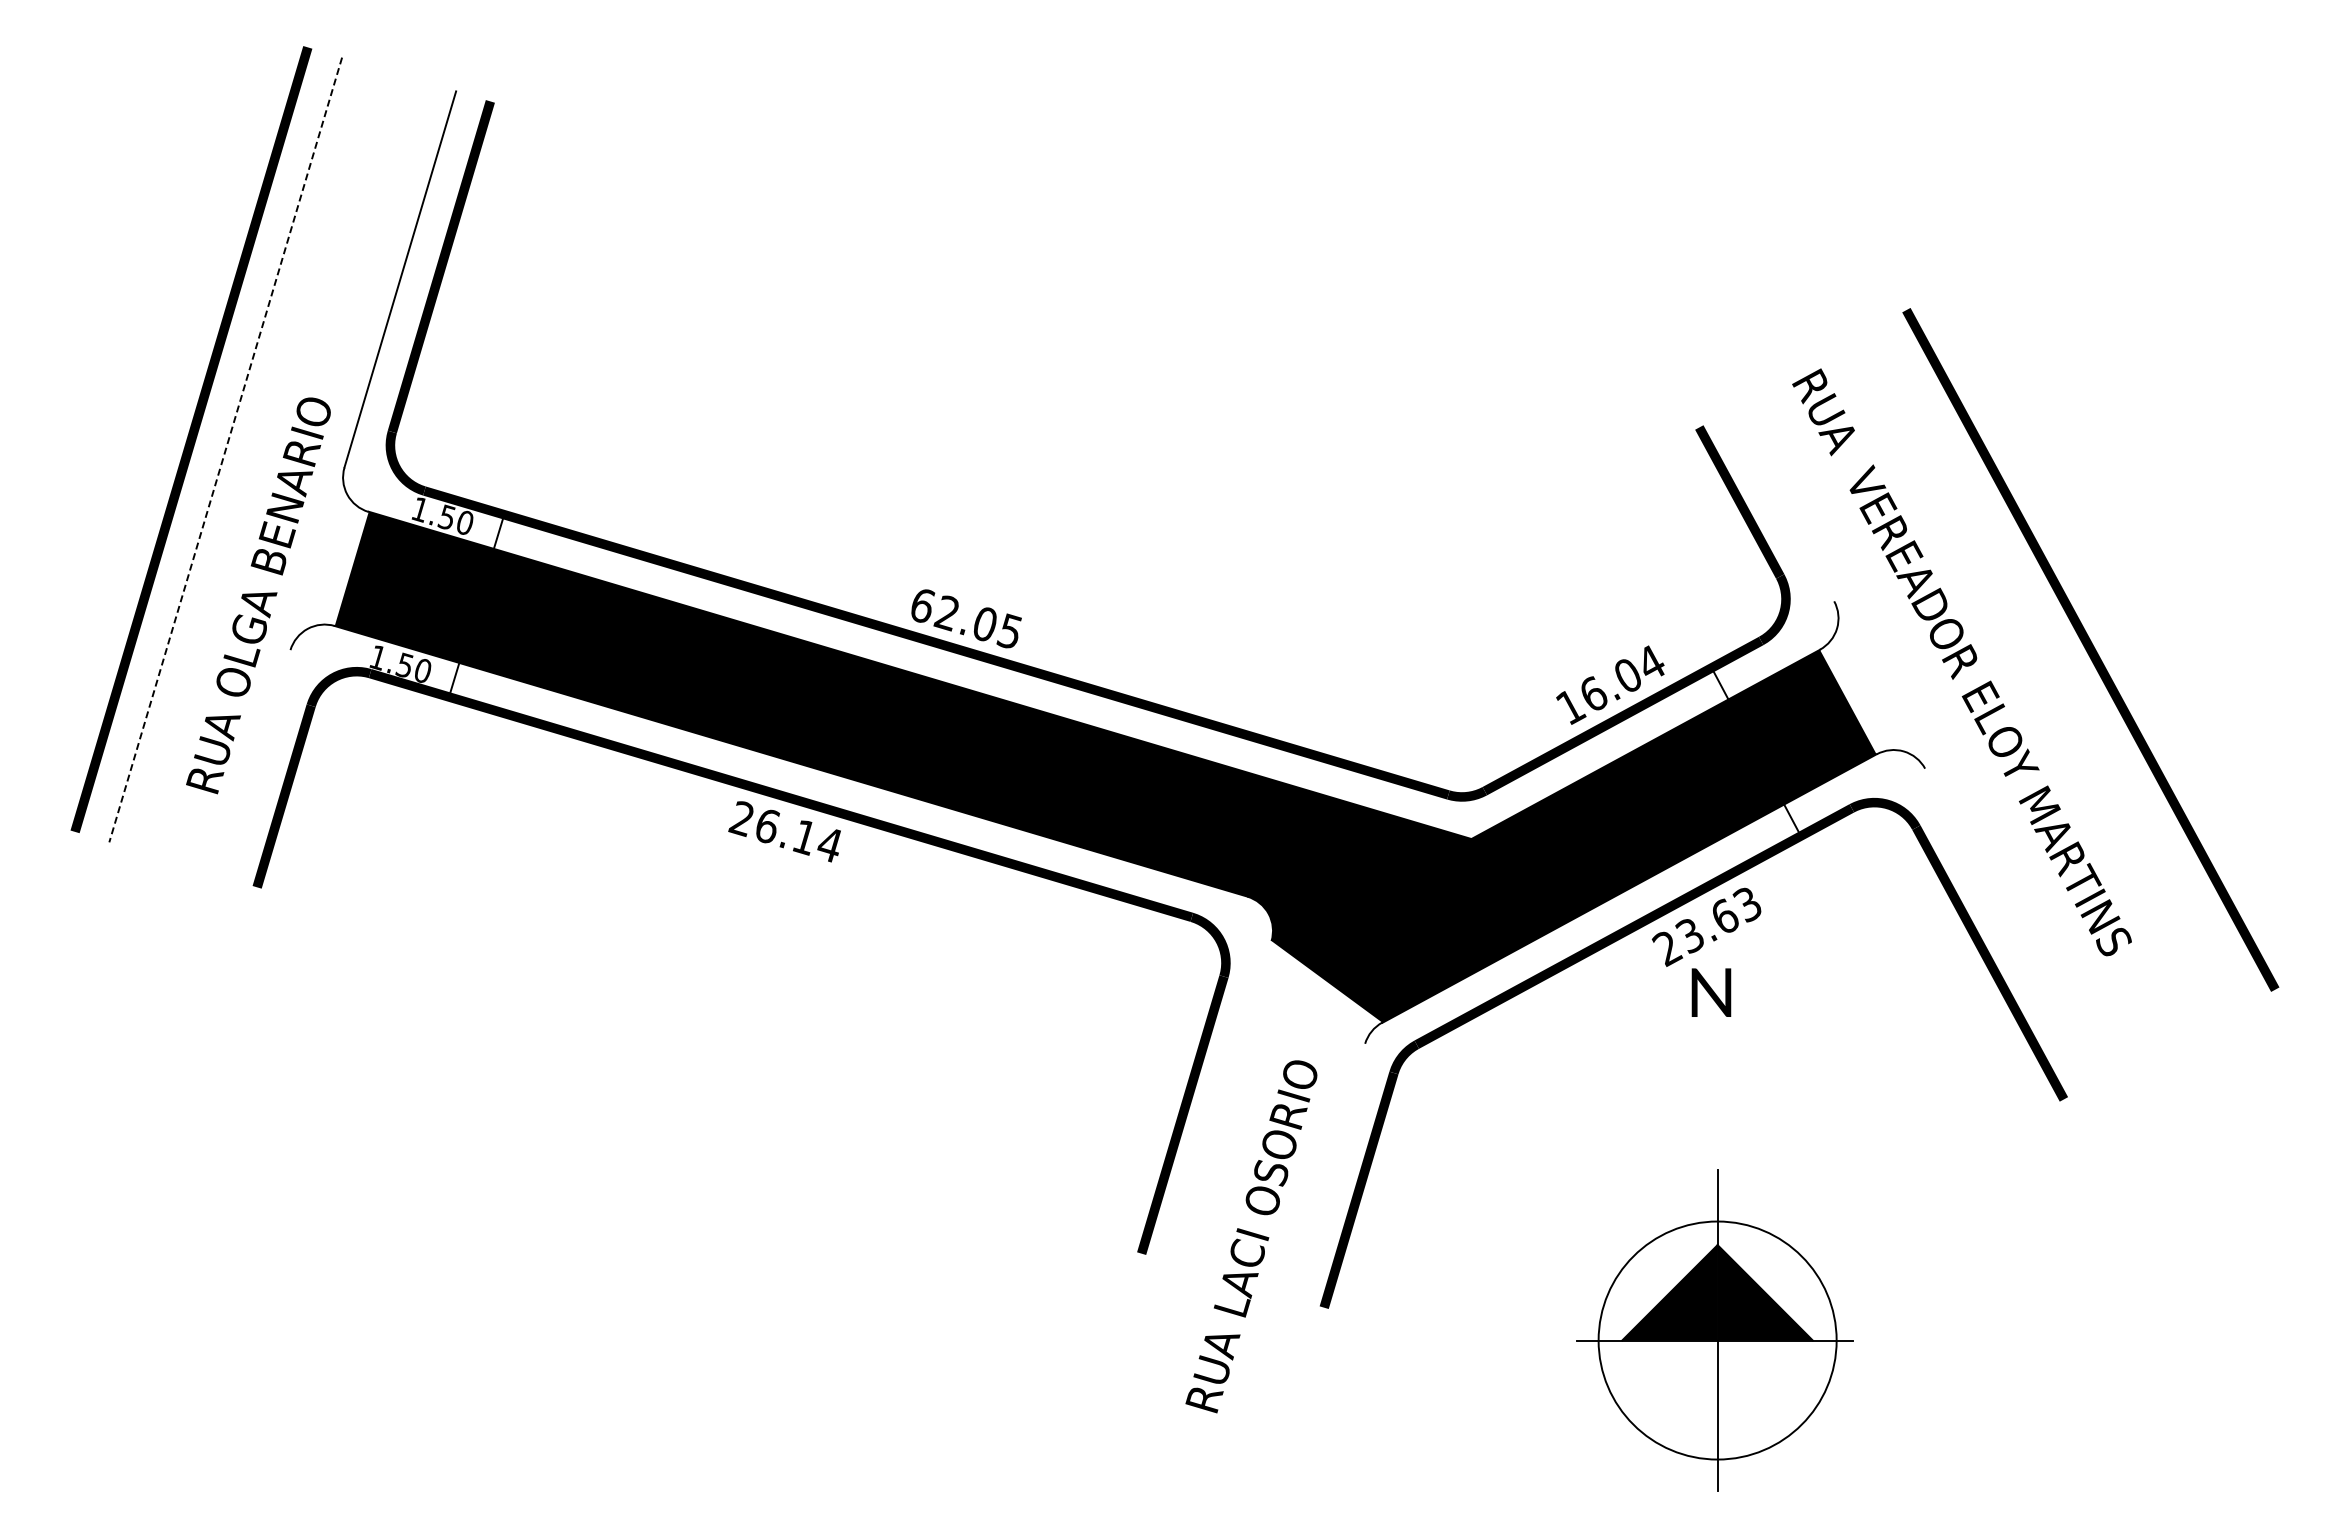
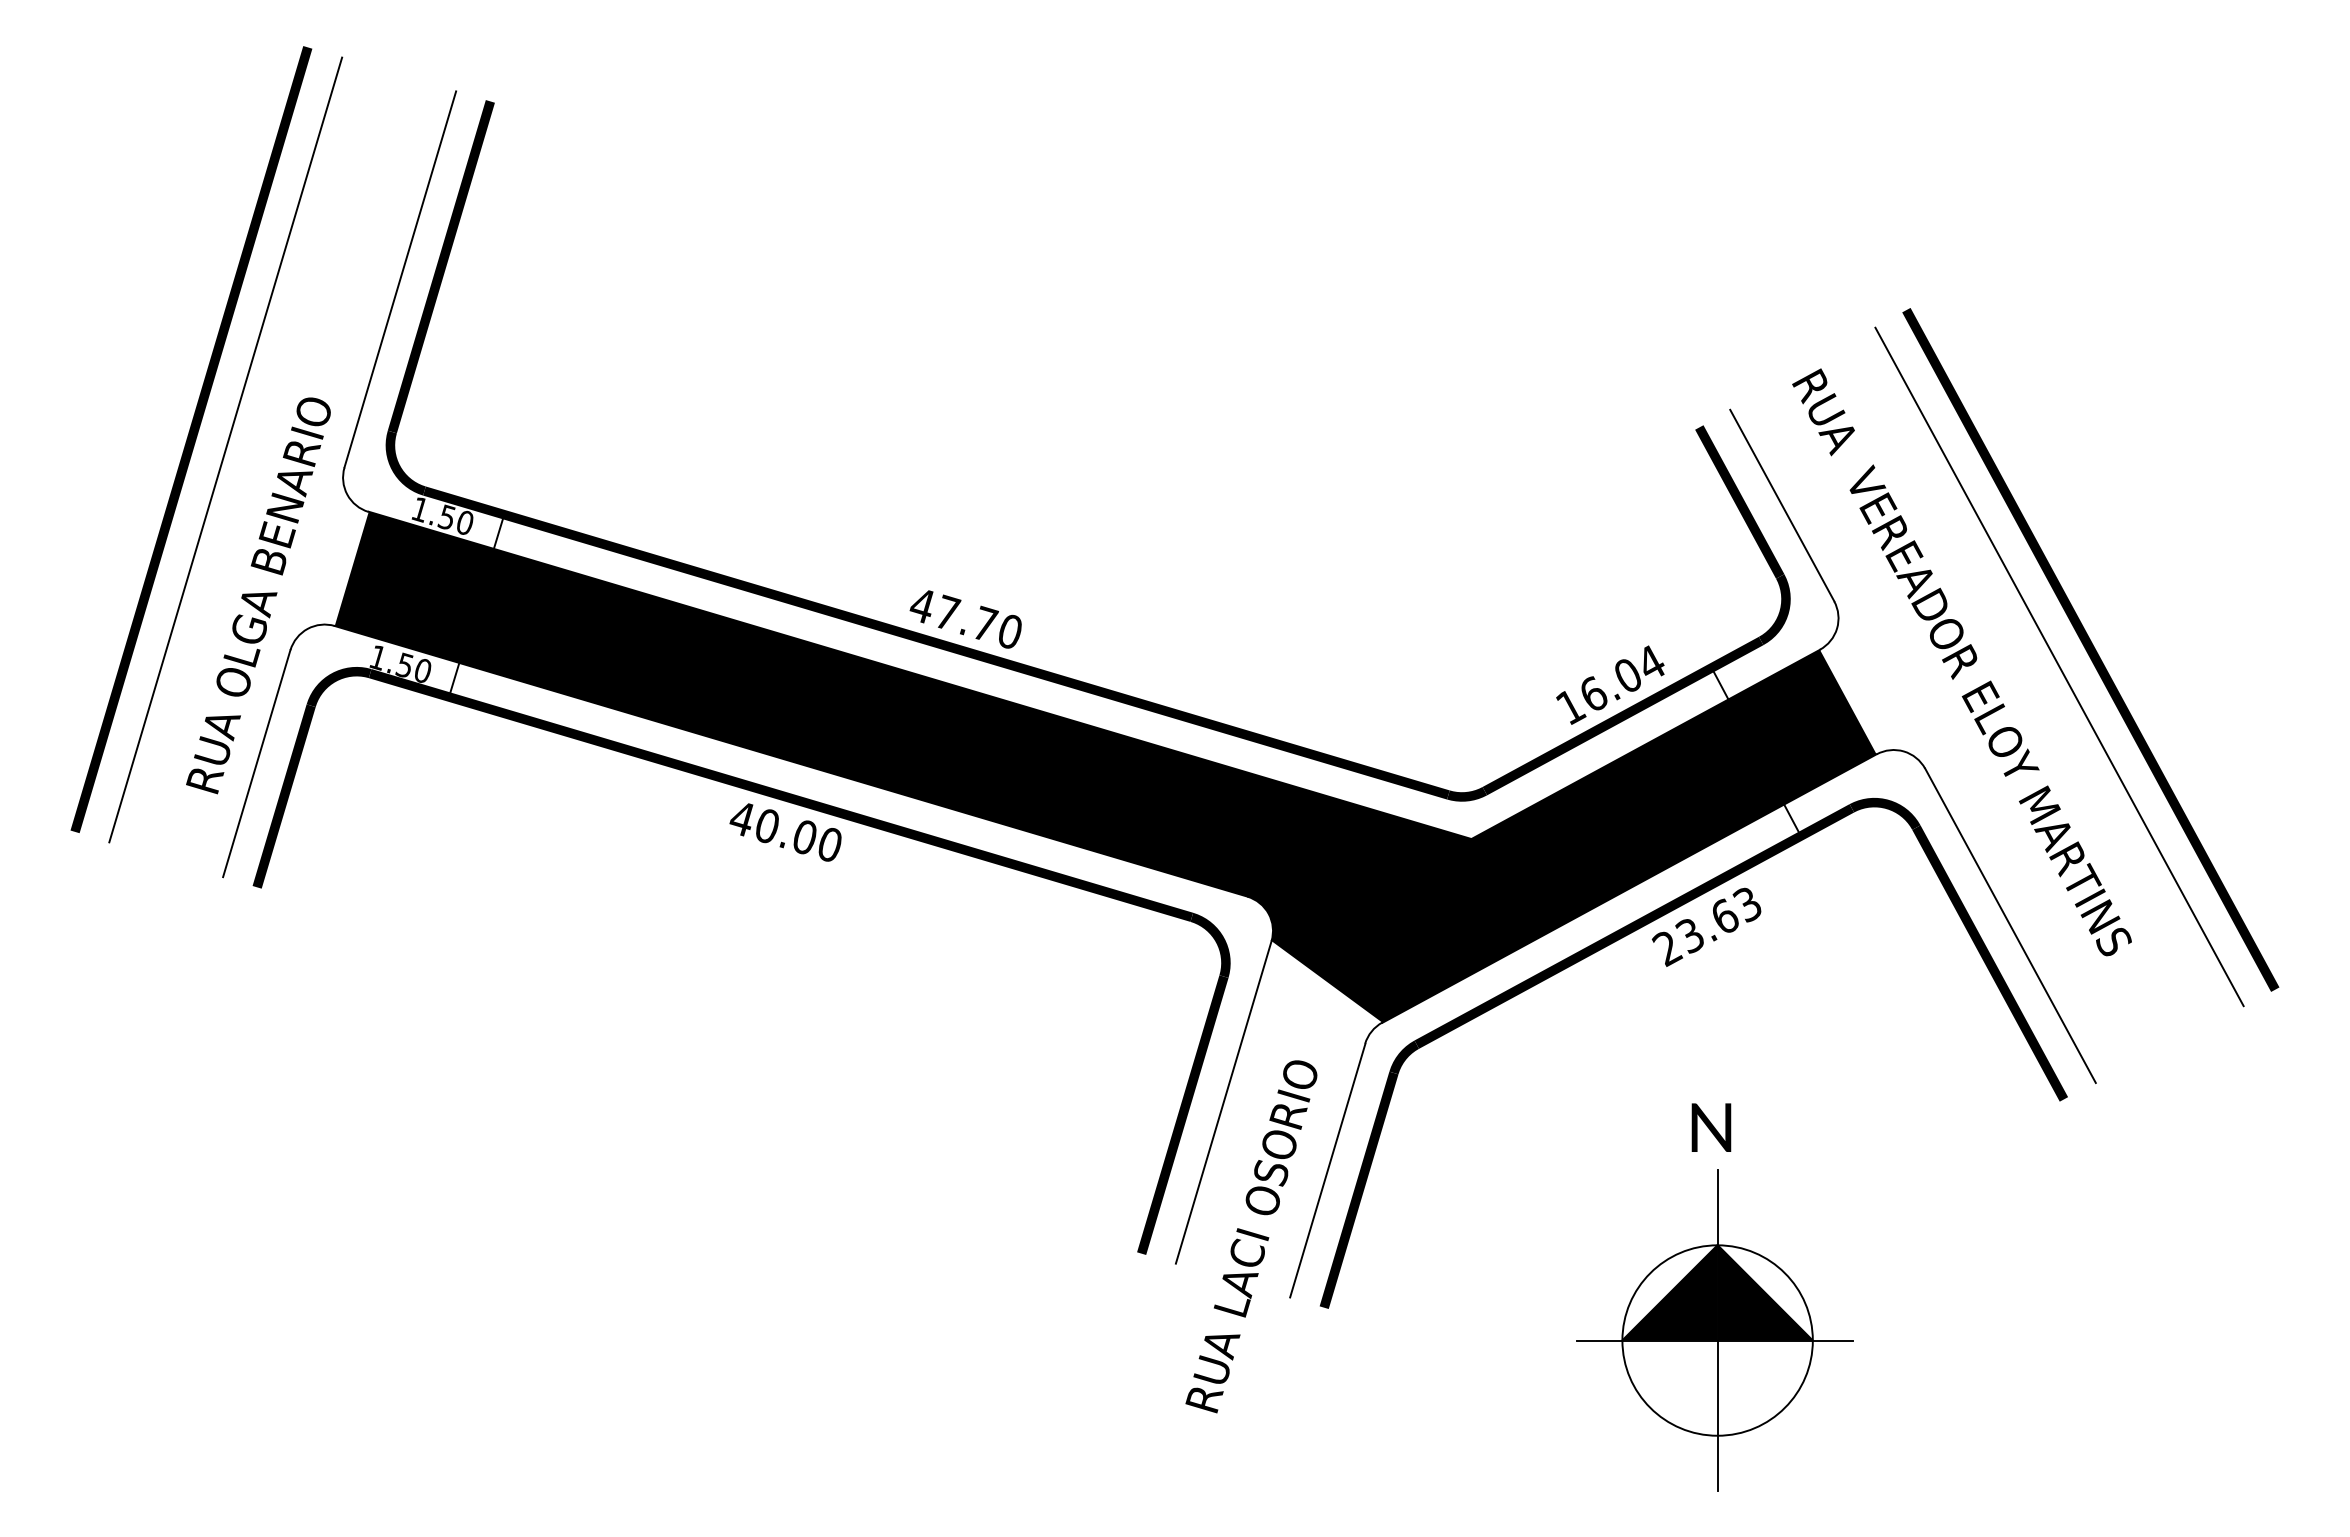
line at (225, 450): dashed -> solid
line at (1782, 505): none -> present
text at (965, 618): 62.05 -> 47.70
line at (2059, 666): none -> present
line at (256, 763): none -> present
text at (784, 831): 26.14 -> 40.00
line at (2010, 925): none -> present
text at (1711, 992) position: (1711, 992) -> (1711, 1127)
line at (1223, 1102): none -> present
line at (1327, 1170): none -> present
circle at (1717, 1340) diameter: 238 px -> 190 px
